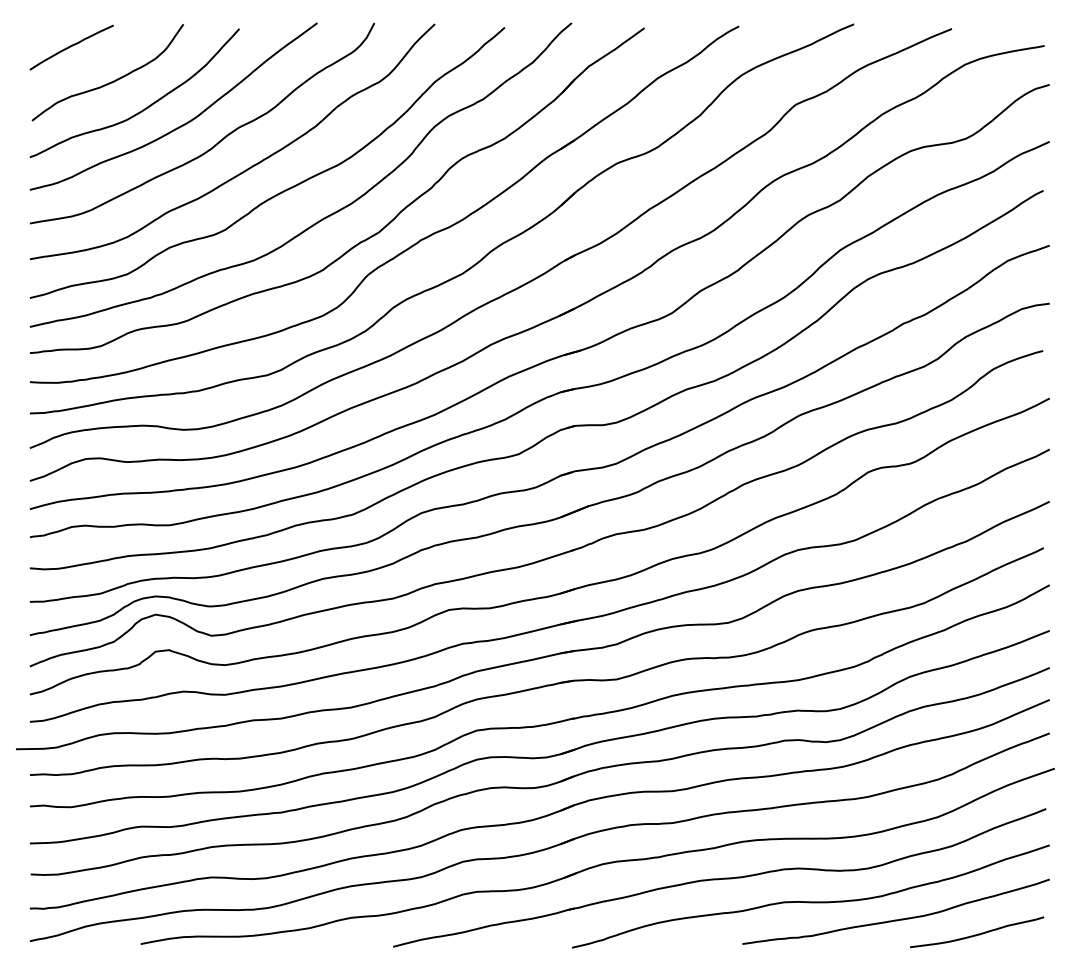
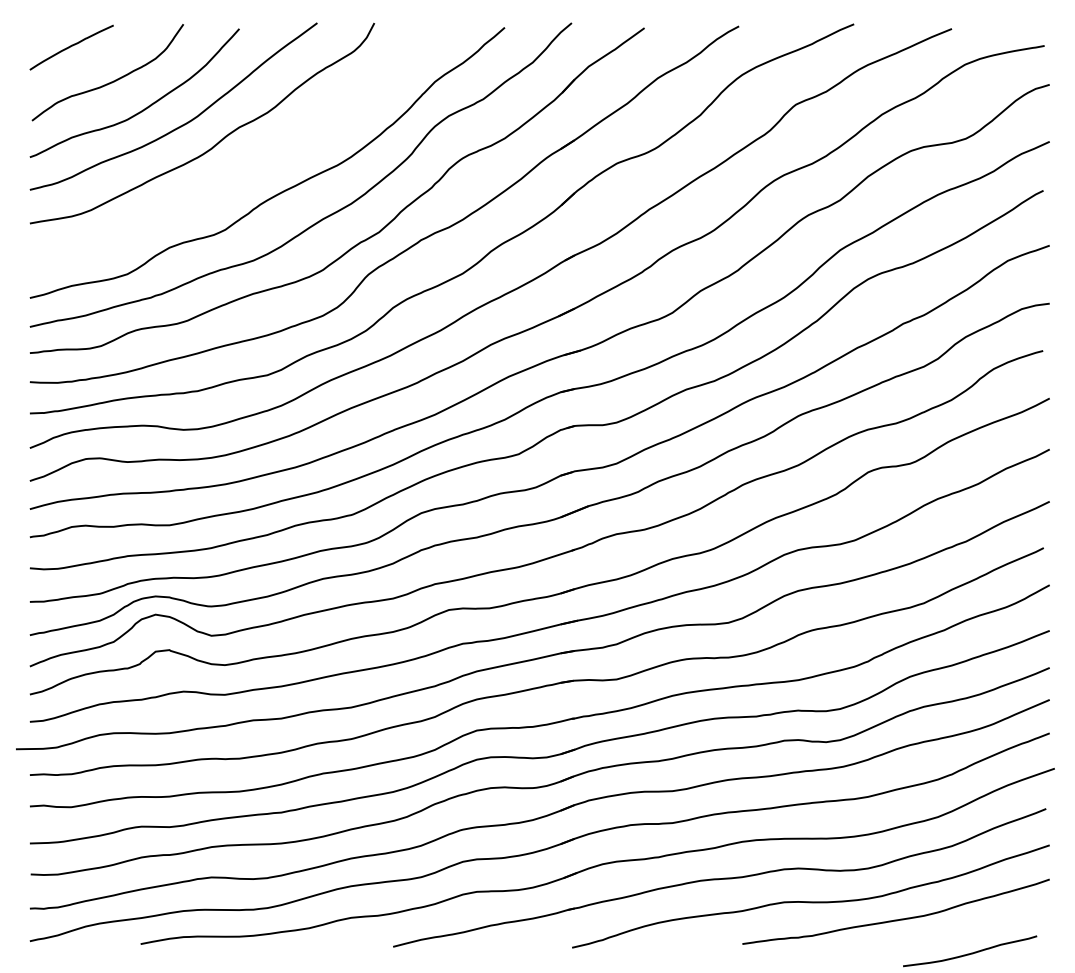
curve at (250, 166): present -> none
curve at (978, 933) position: (978, 933) -> (971, 952)
